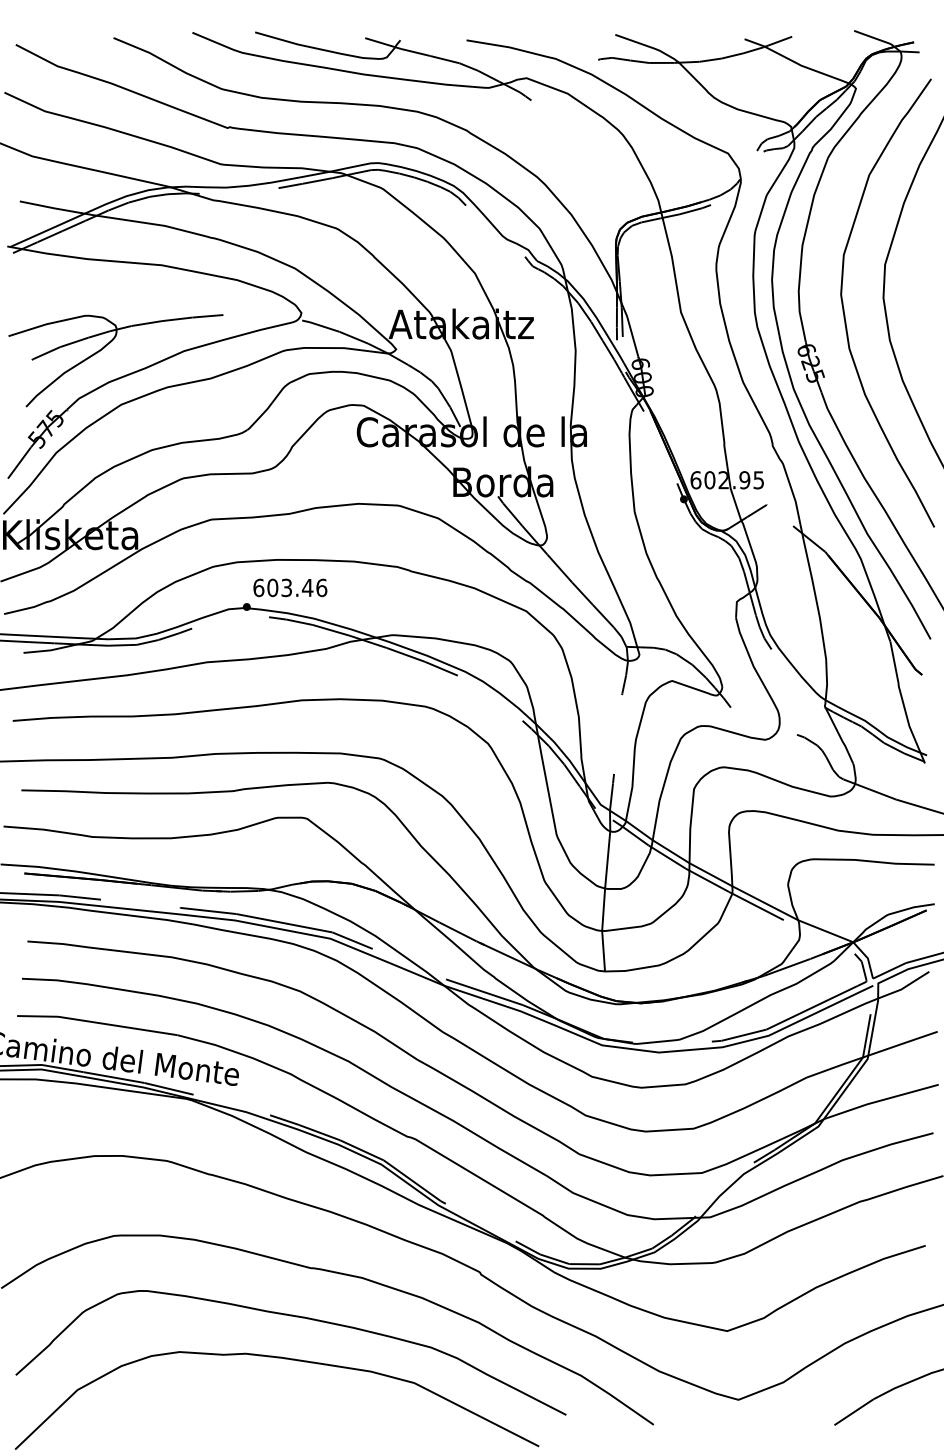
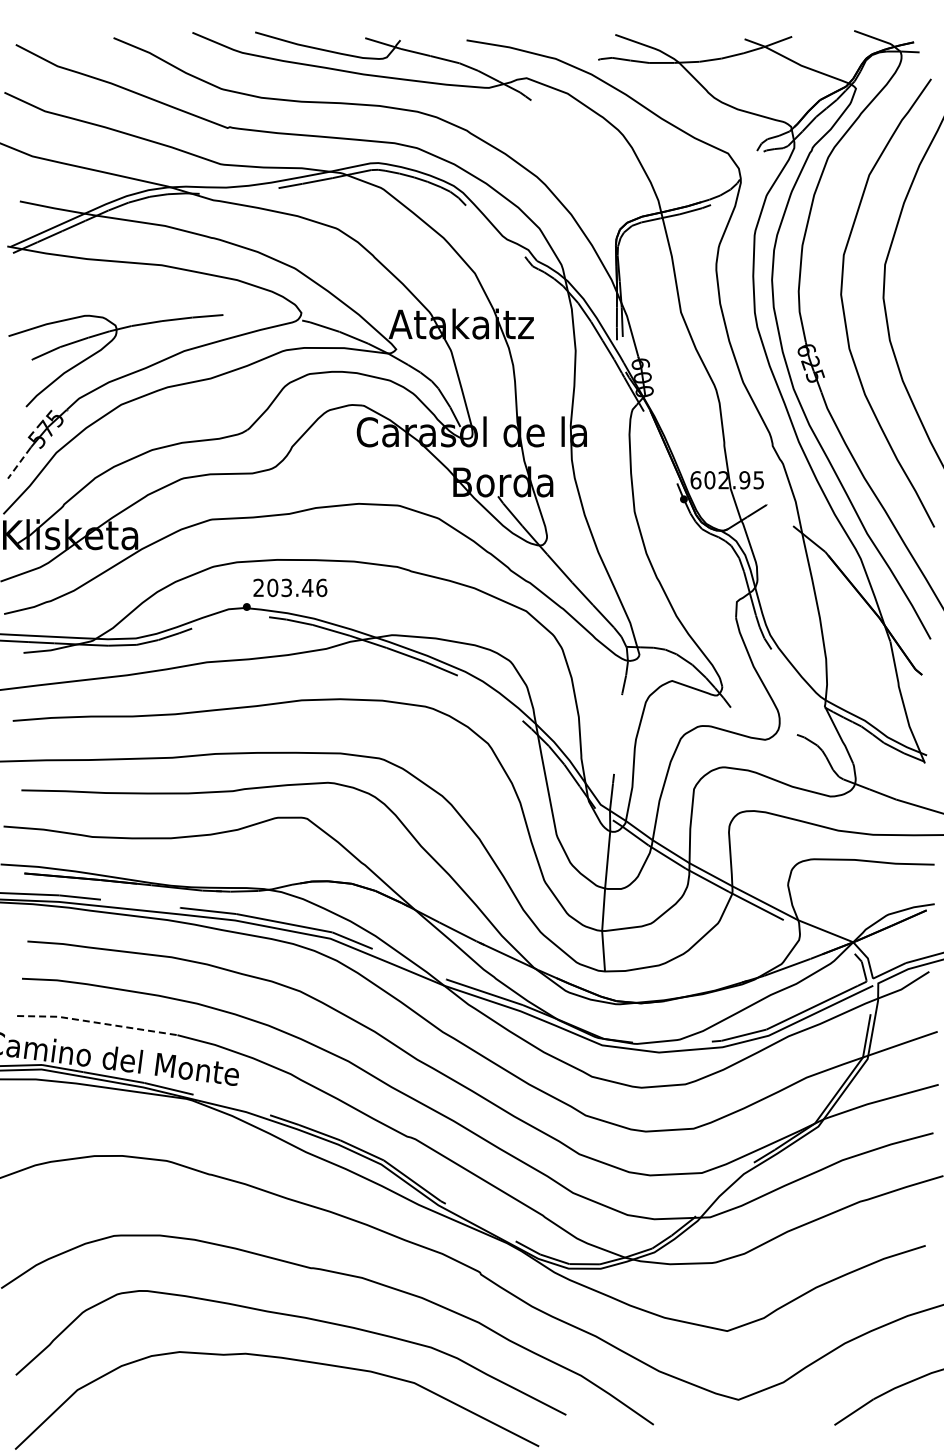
line at (19, 463): solid -> dashed
text at (258, 587): 603.46 -> 203.46
line at (96, 1022): solid -> dashed
